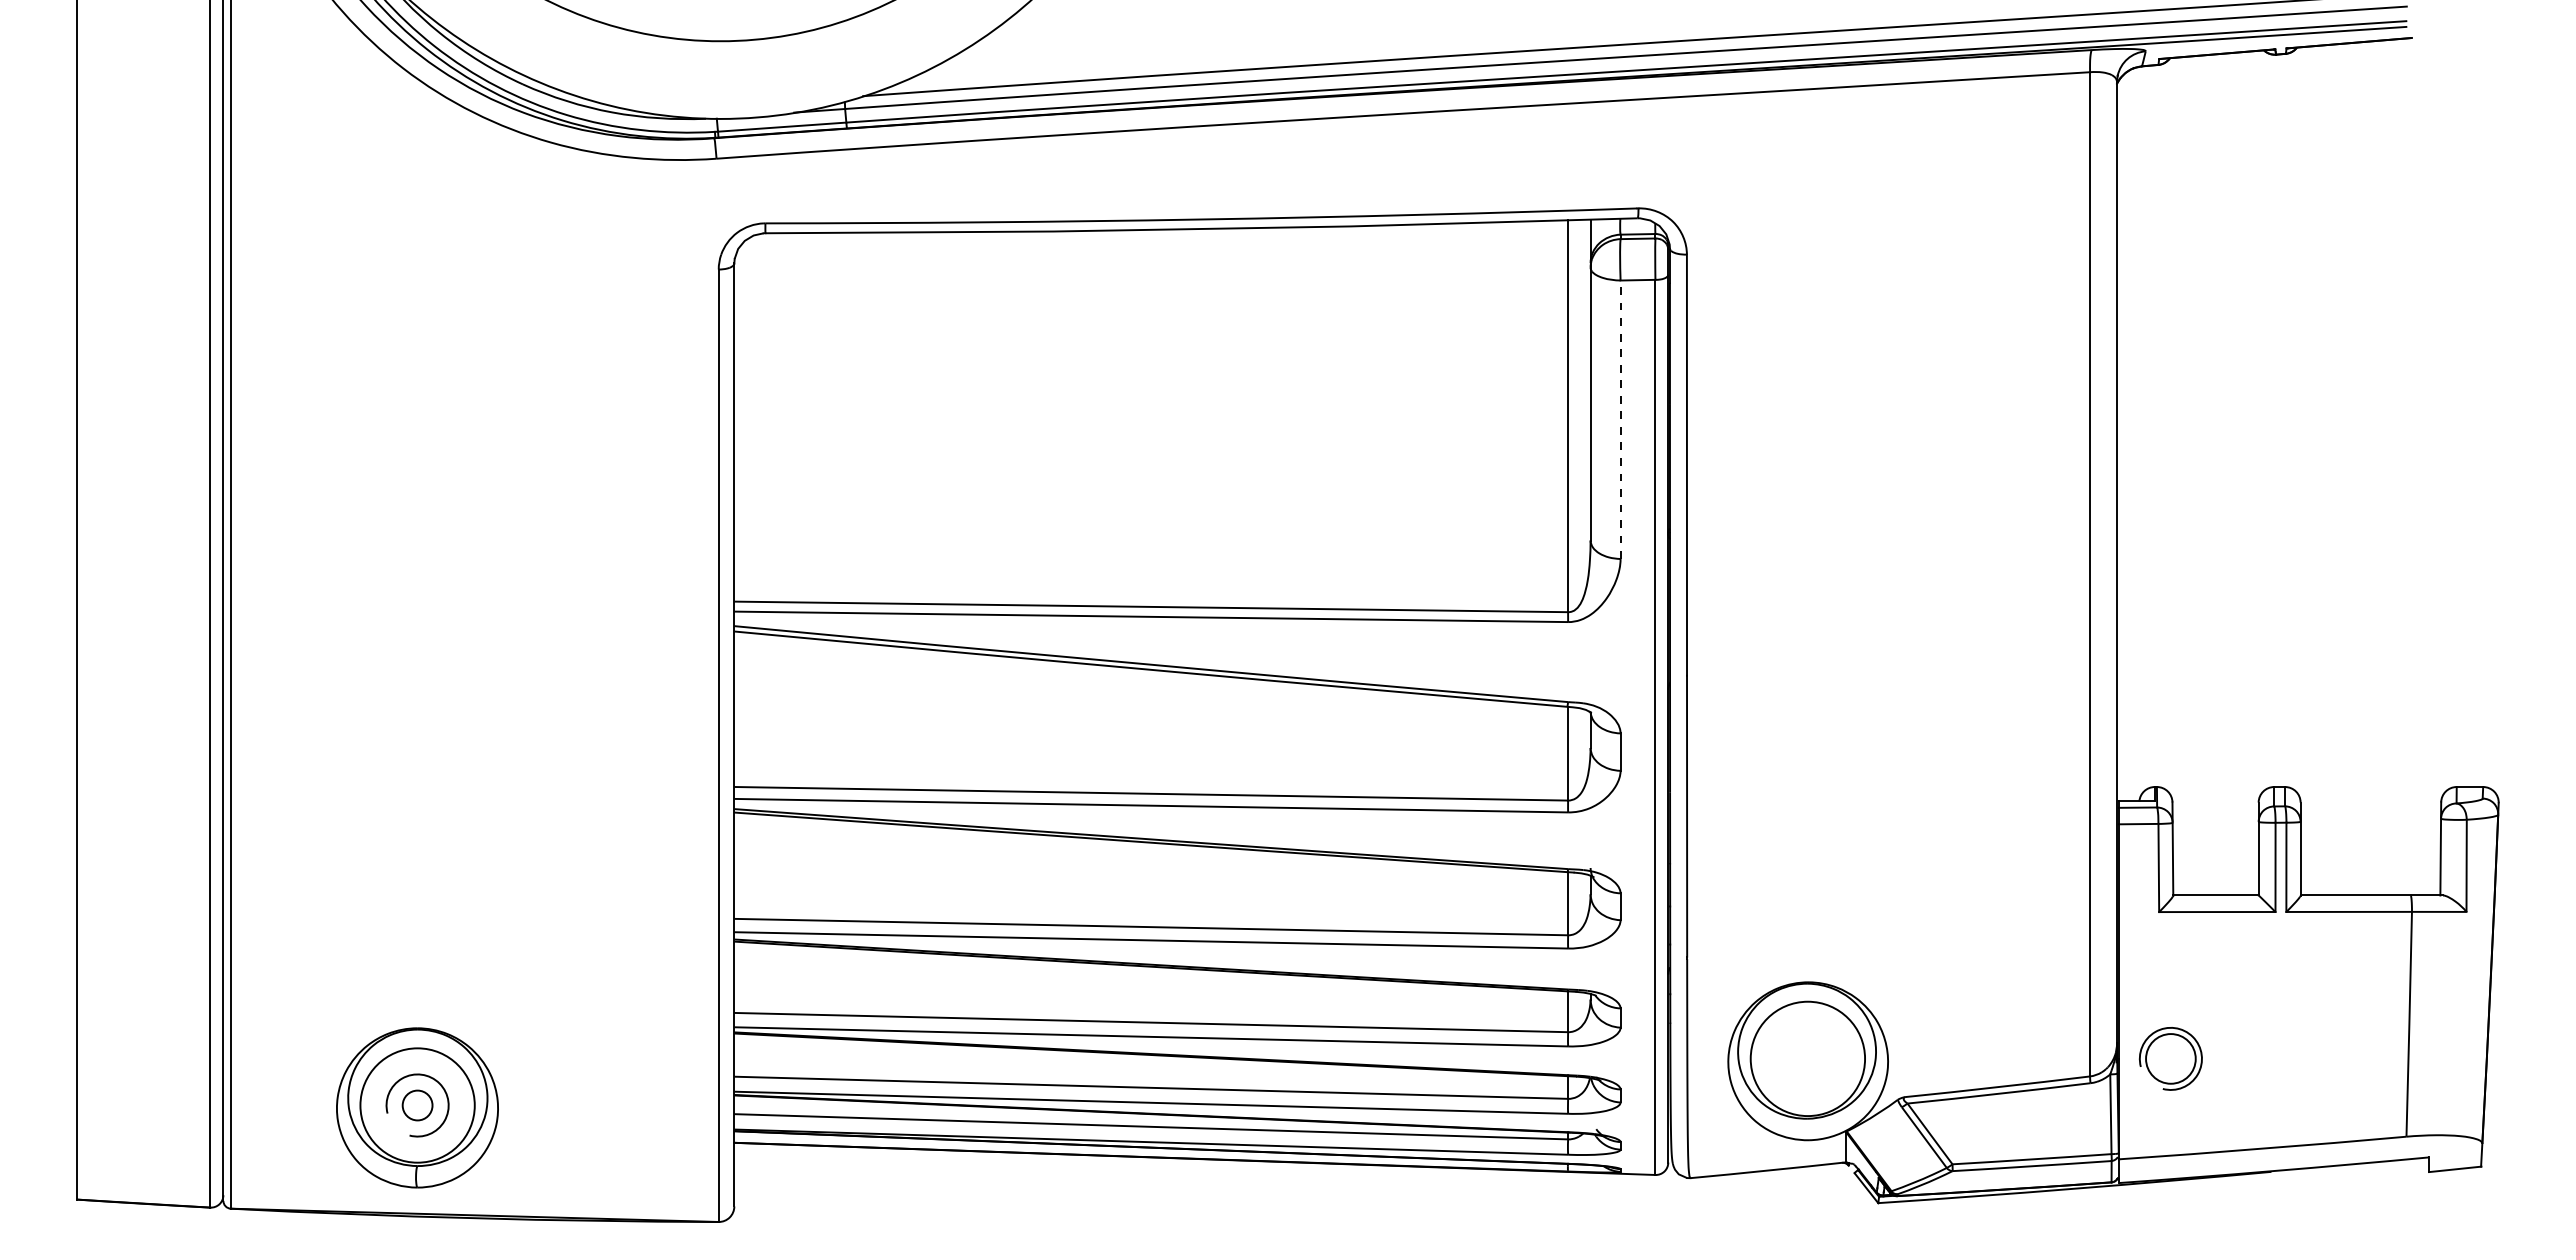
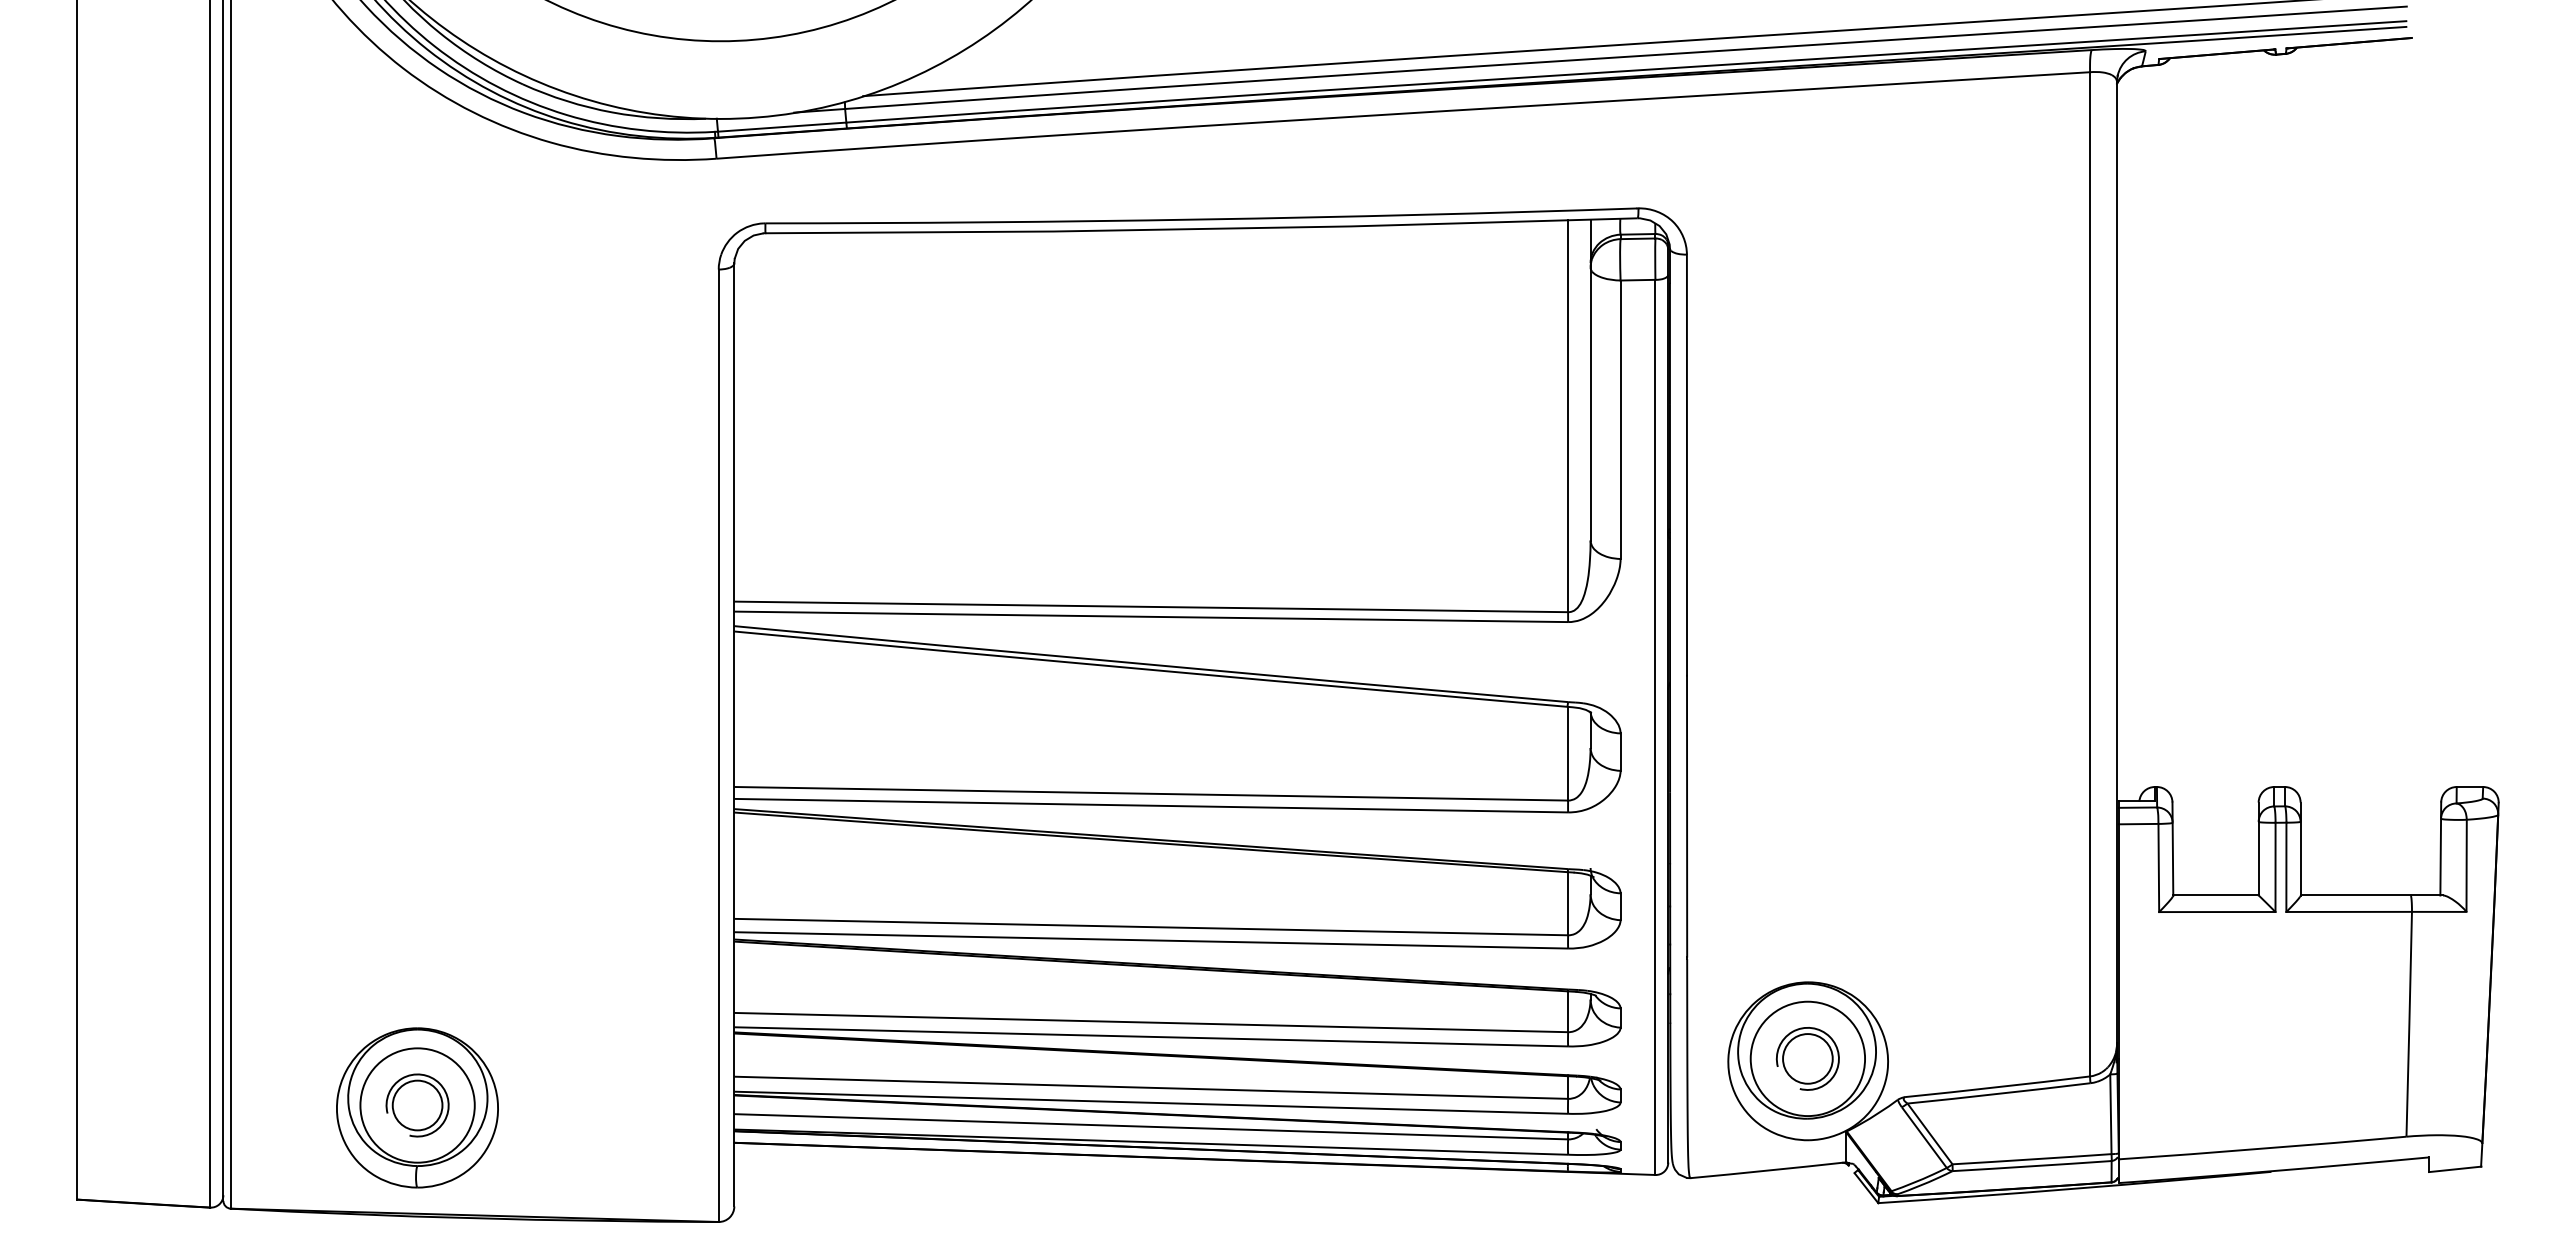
line at (1620, 419): dashed -> solid
part at (2170, 1058) position: (2170, 1058) -> (1807, 1058)
circle at (417, 1105) diameter: 30 px -> 50 px
